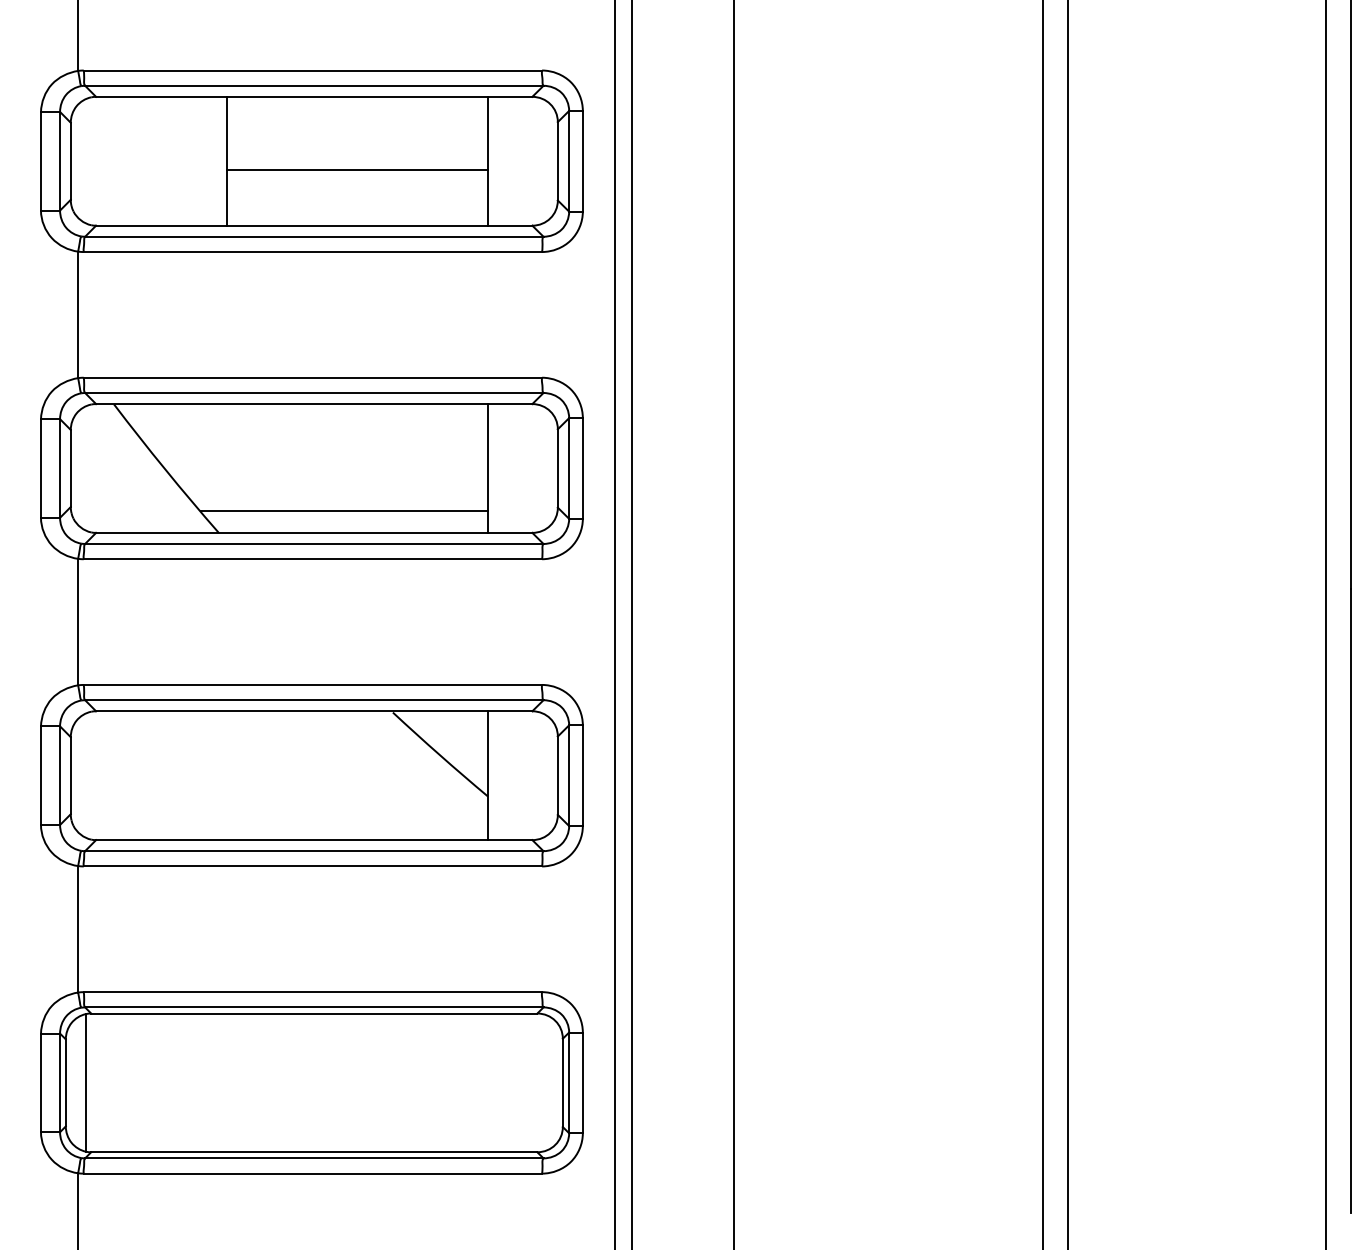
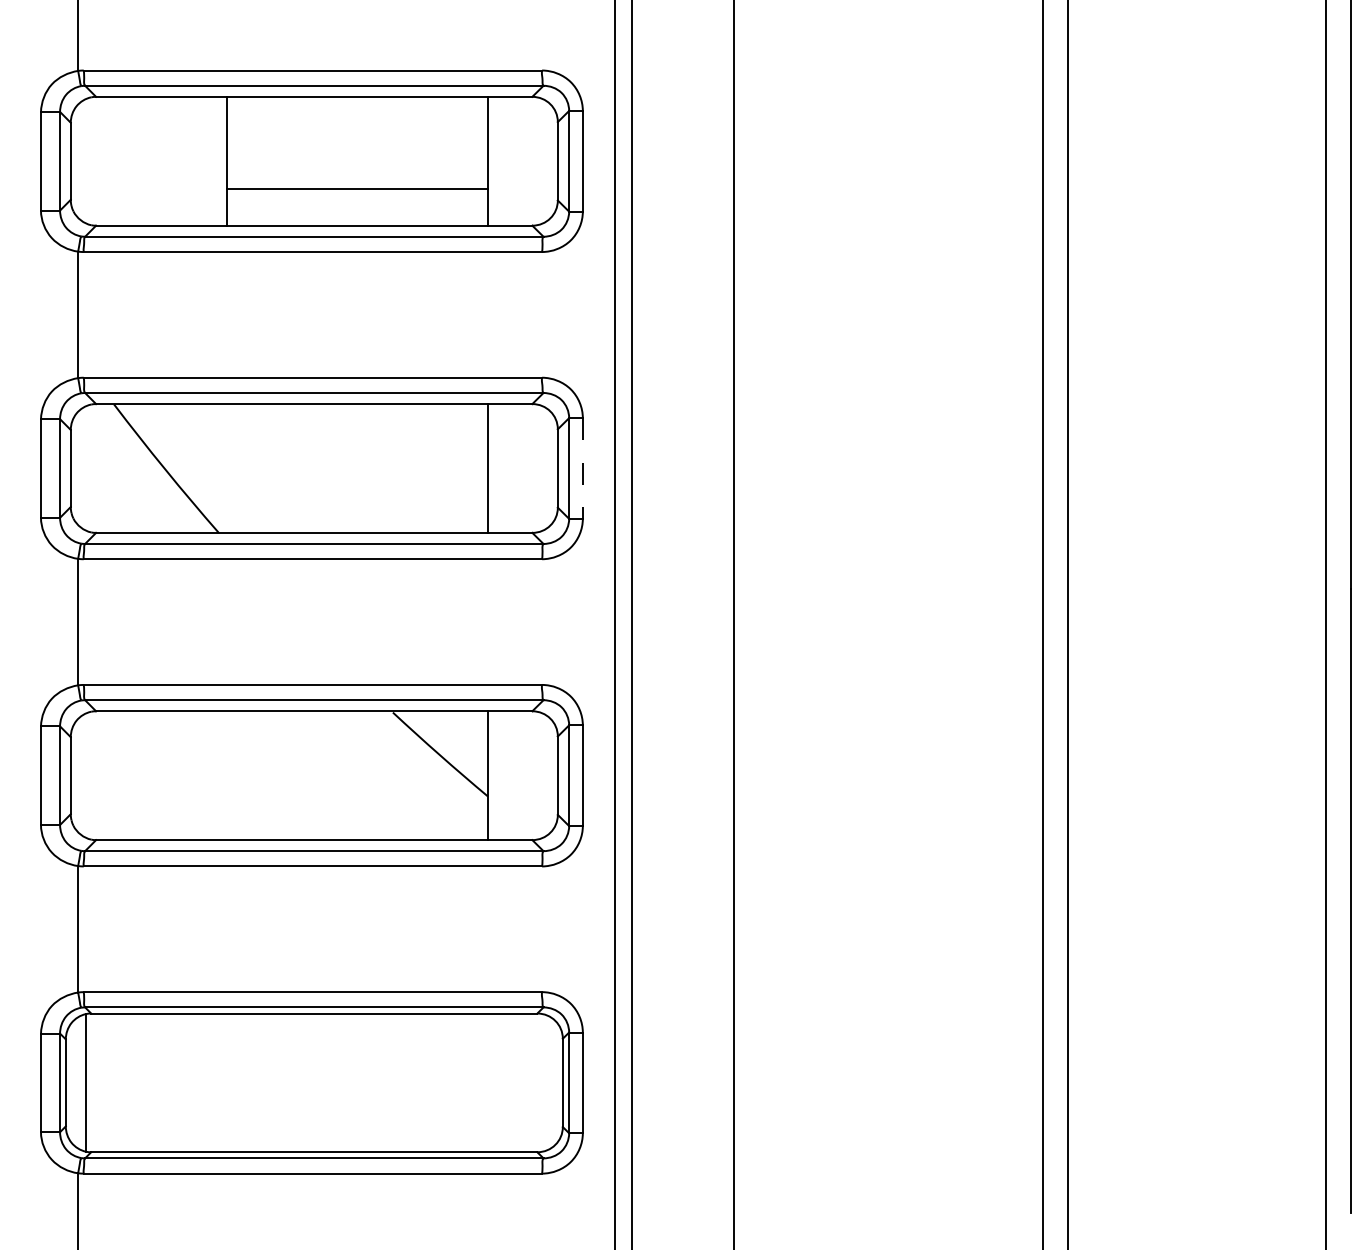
line at (357, 169) position: (357, 169) -> (357, 188)
line at (582, 468): solid -> dashed
line at (344, 511): present -> none
